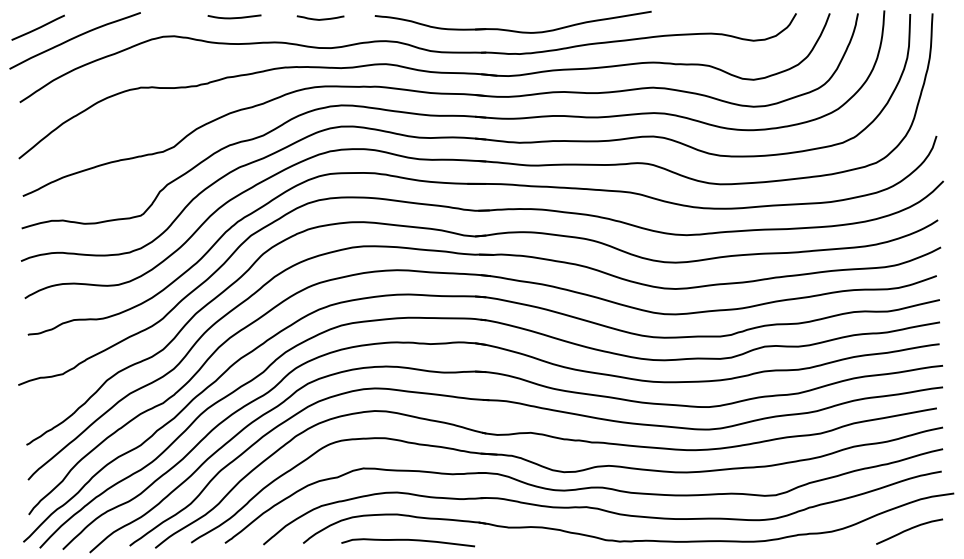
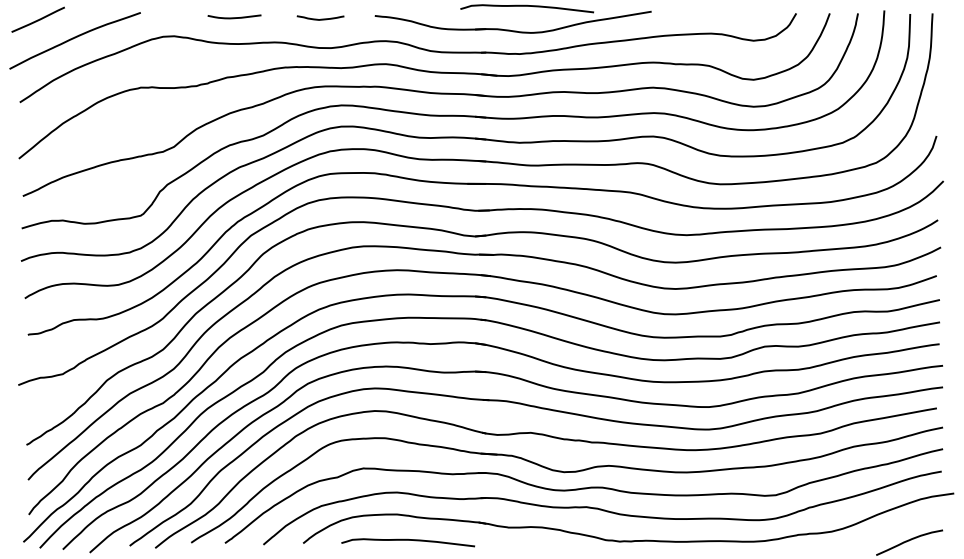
curve at (526, 6): none -> present
line at (37, 27) position: (37, 27) -> (37, 19)
curve at (909, 530) position: (909, 530) -> (909, 541)
